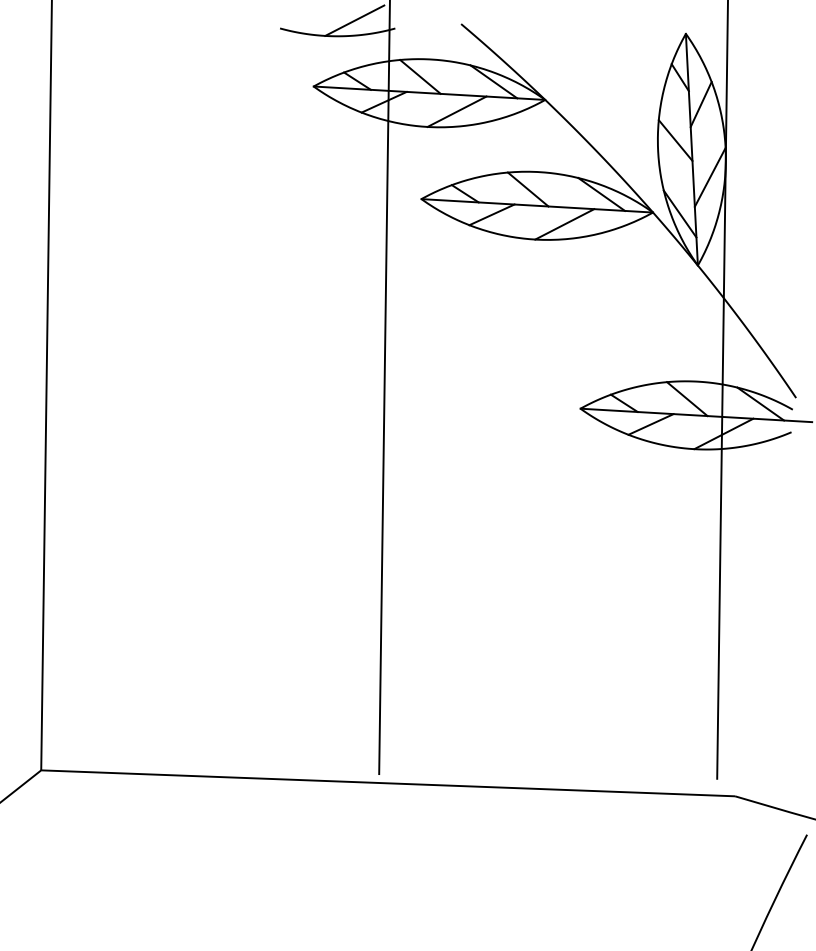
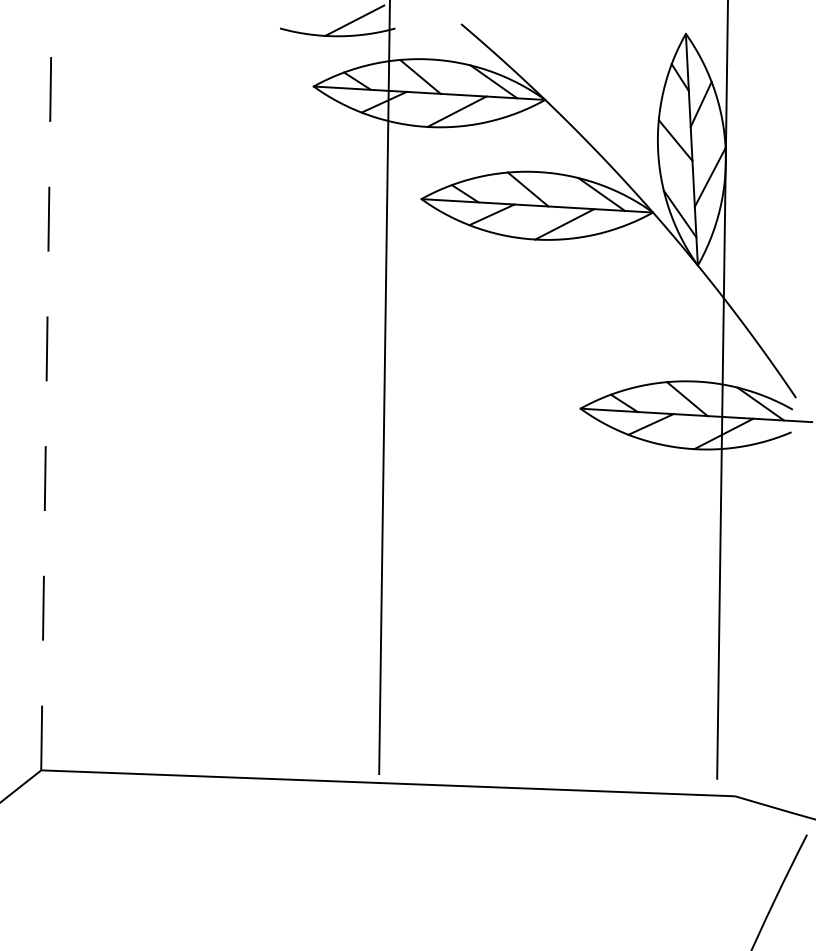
line at (46, 385): solid -> dashed
